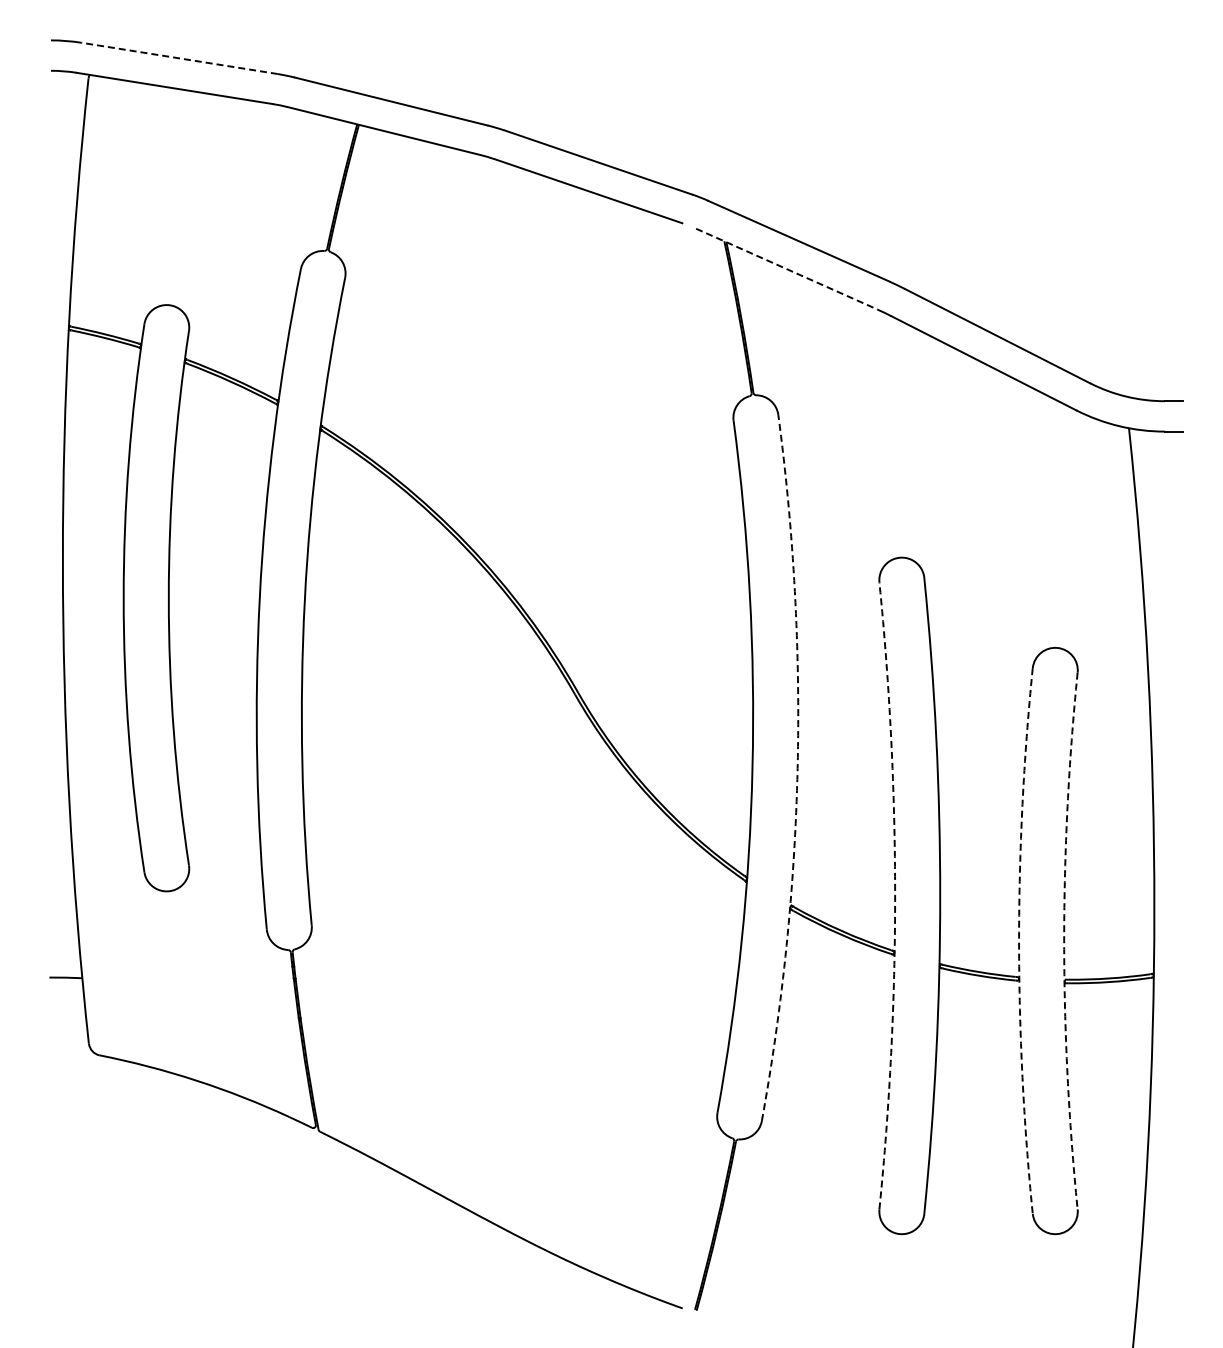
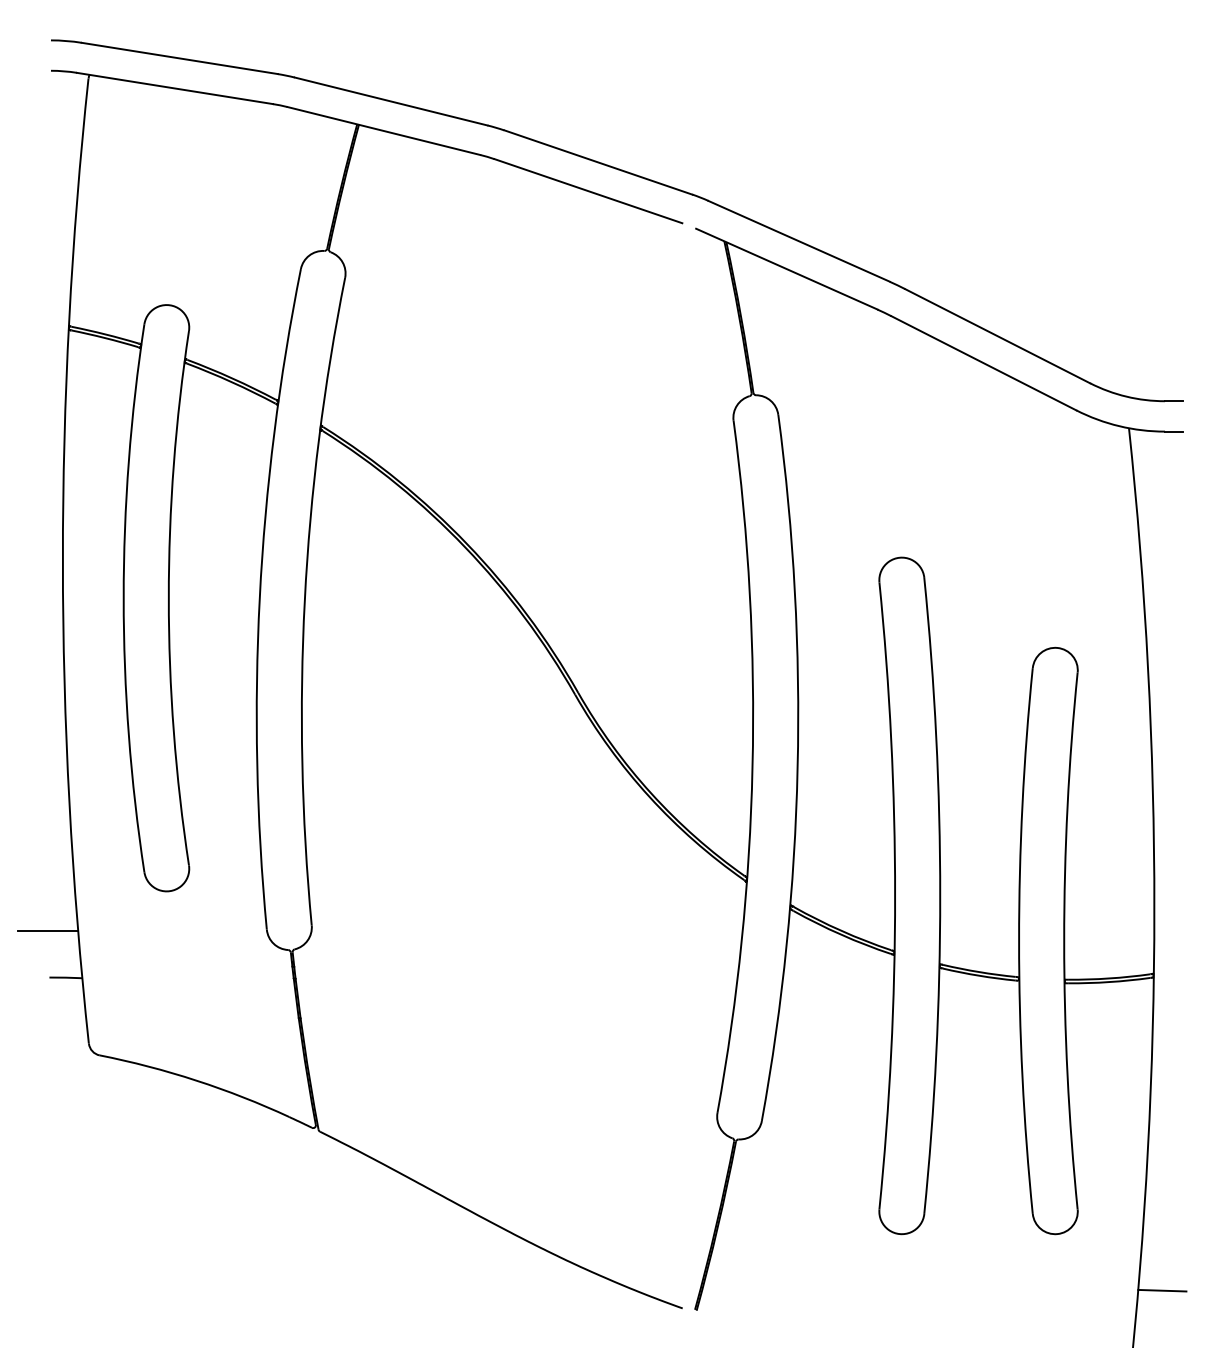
line at (179, 58): dashed -> solid
line at (787, 269): dashed -> solid
arc at (797, 768): dashed -> solid
arc at (895, 895): dashed -> solid
line at (47, 930): none -> present
arc at (1019, 941): dashed -> solid
arc at (1064, 941): dashed -> solid
line at (1162, 1290): none -> present
